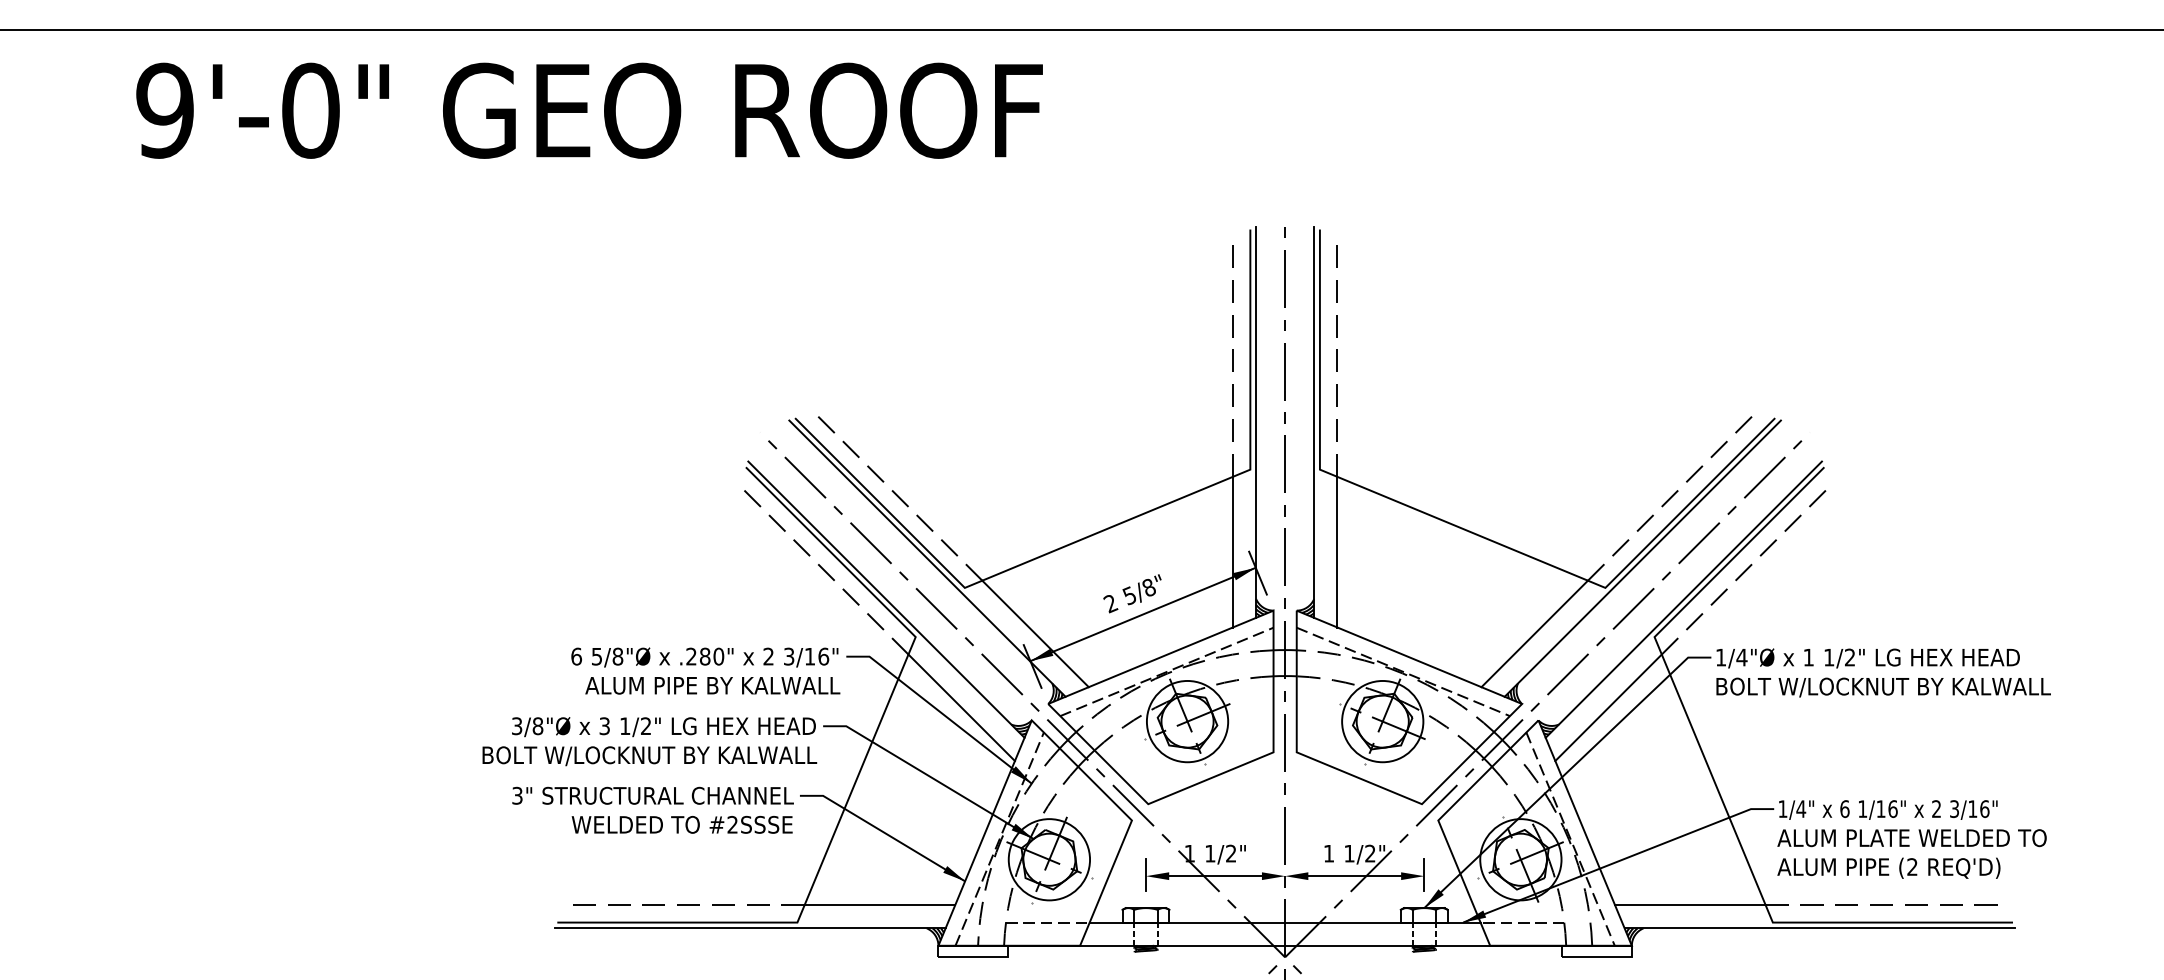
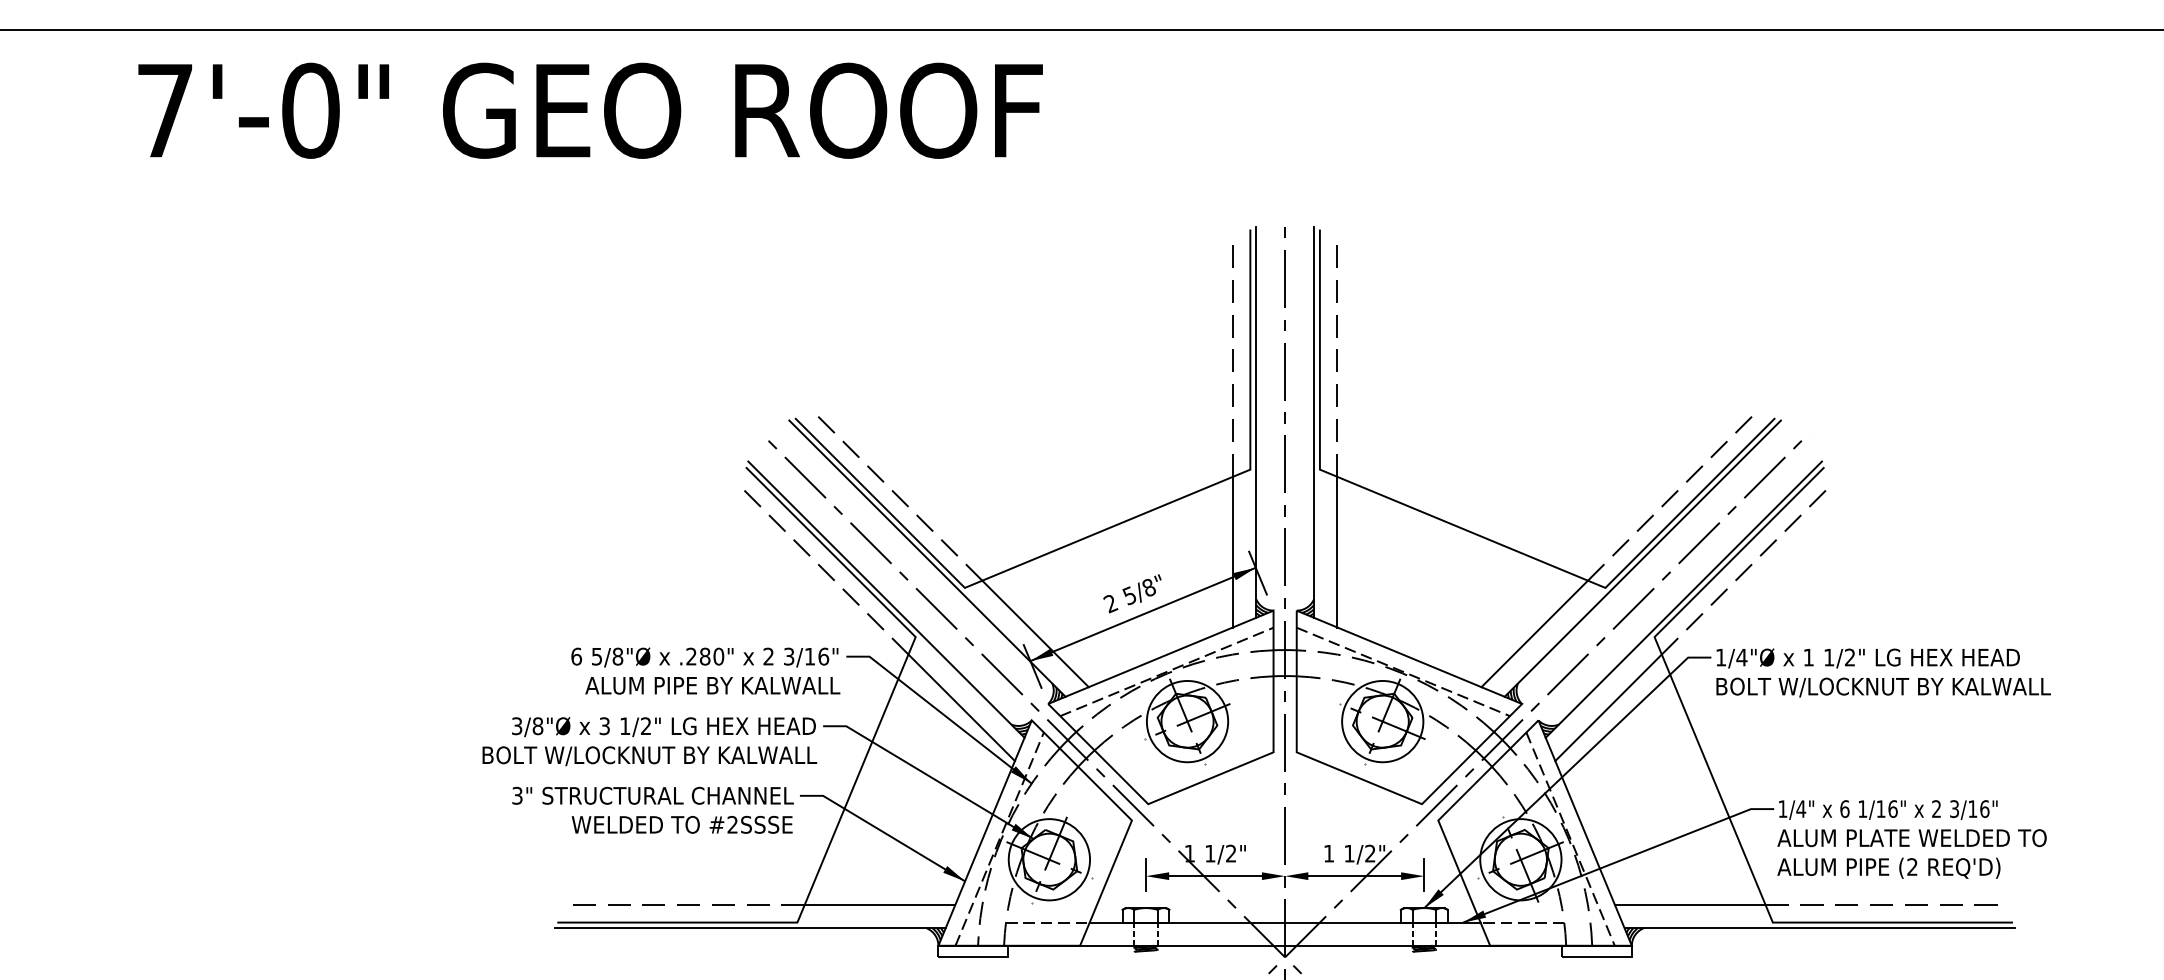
text at (164, 110): 9'-0" -> 7'-0"
